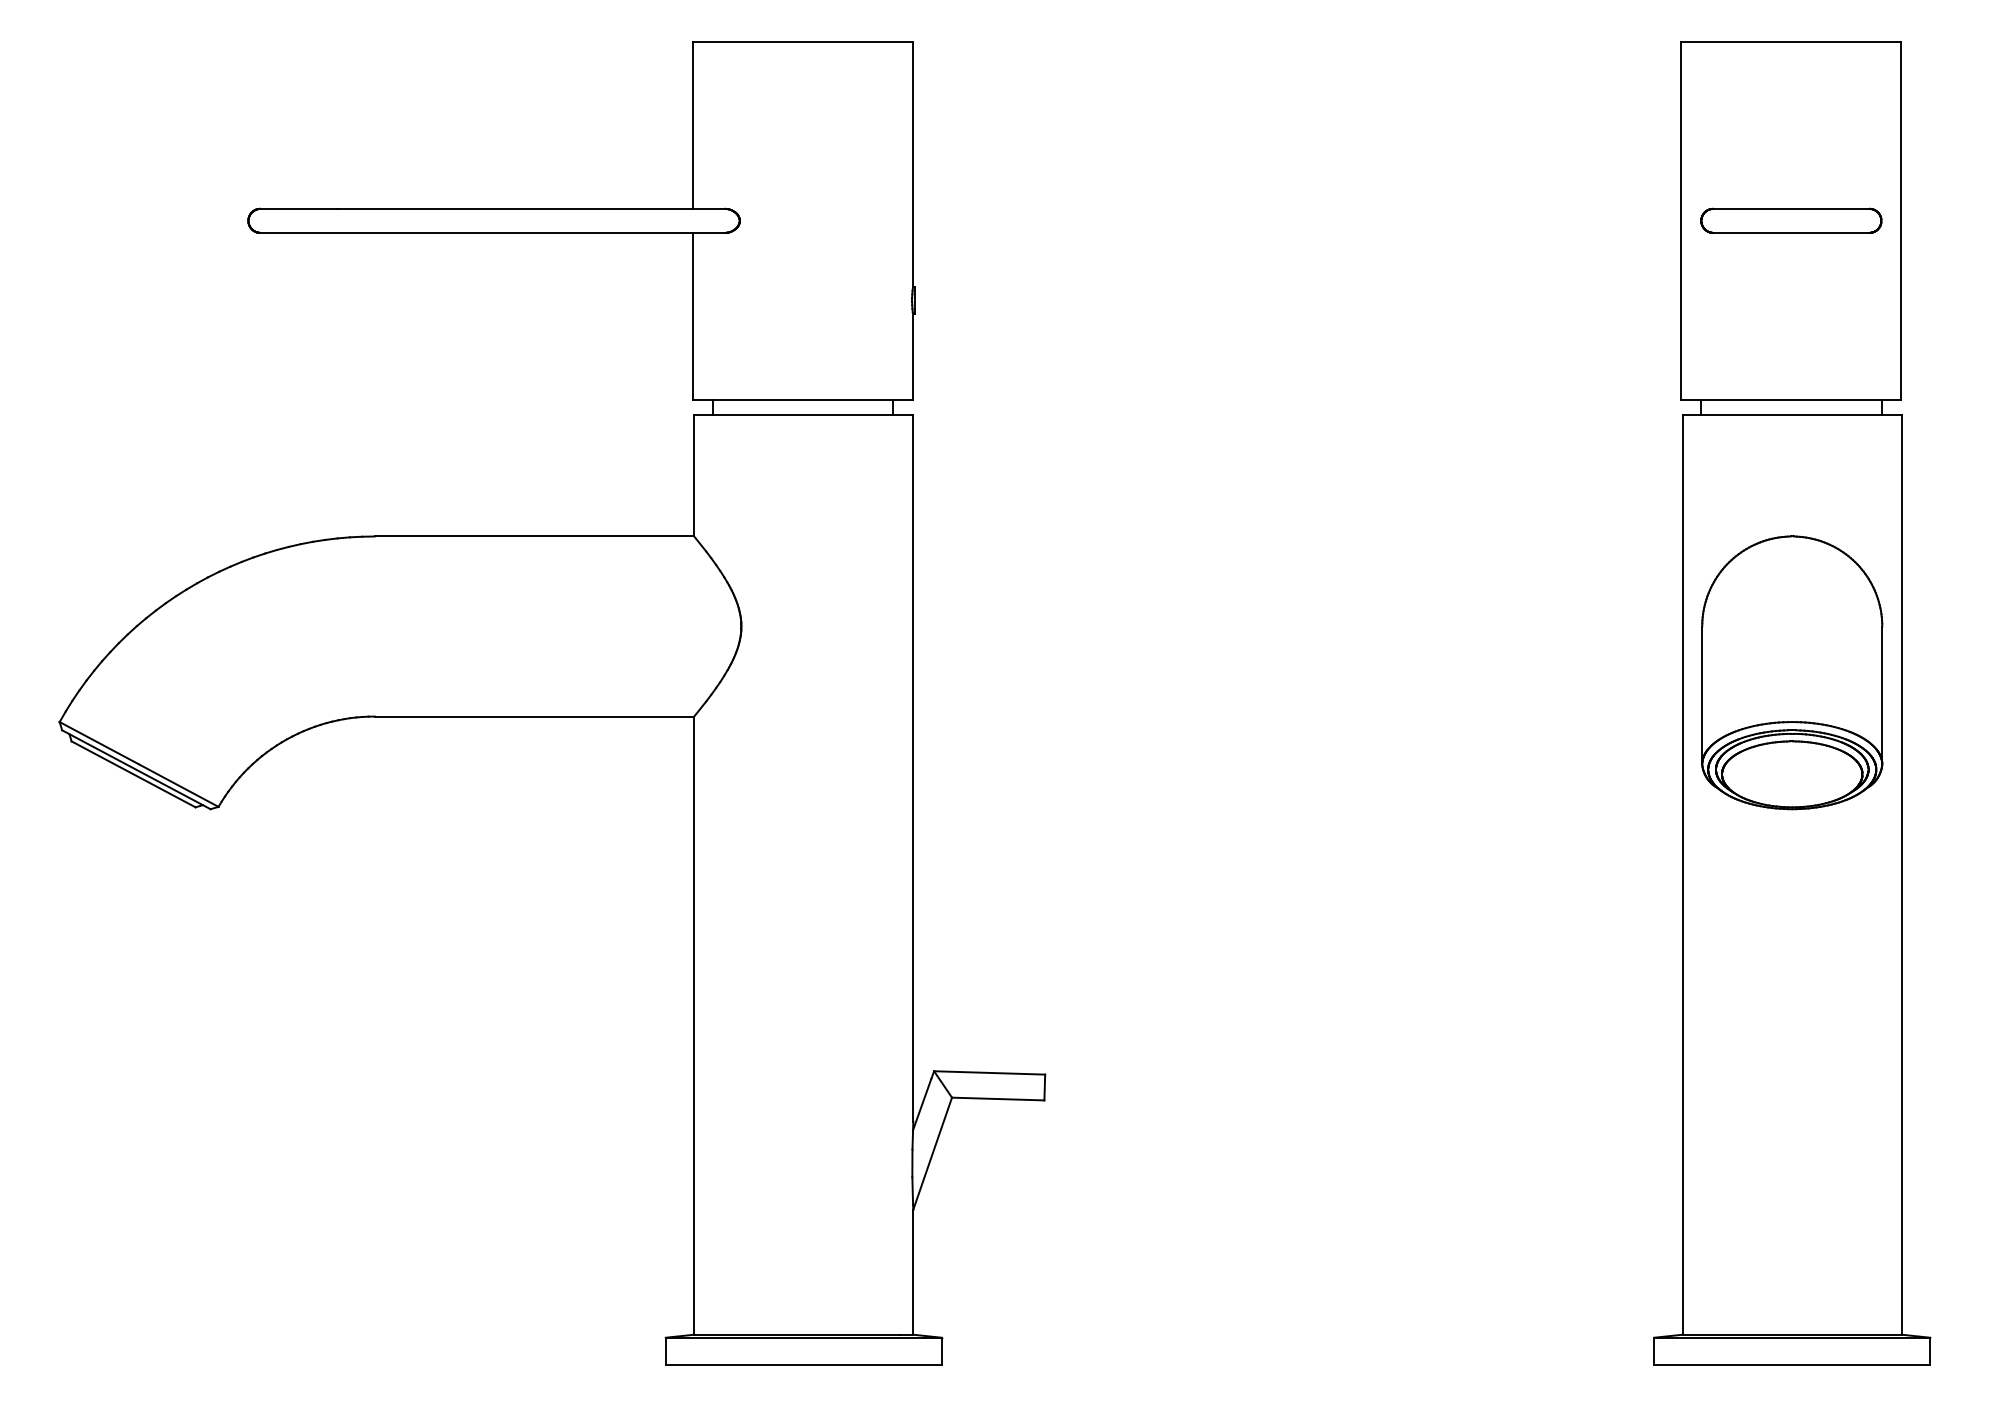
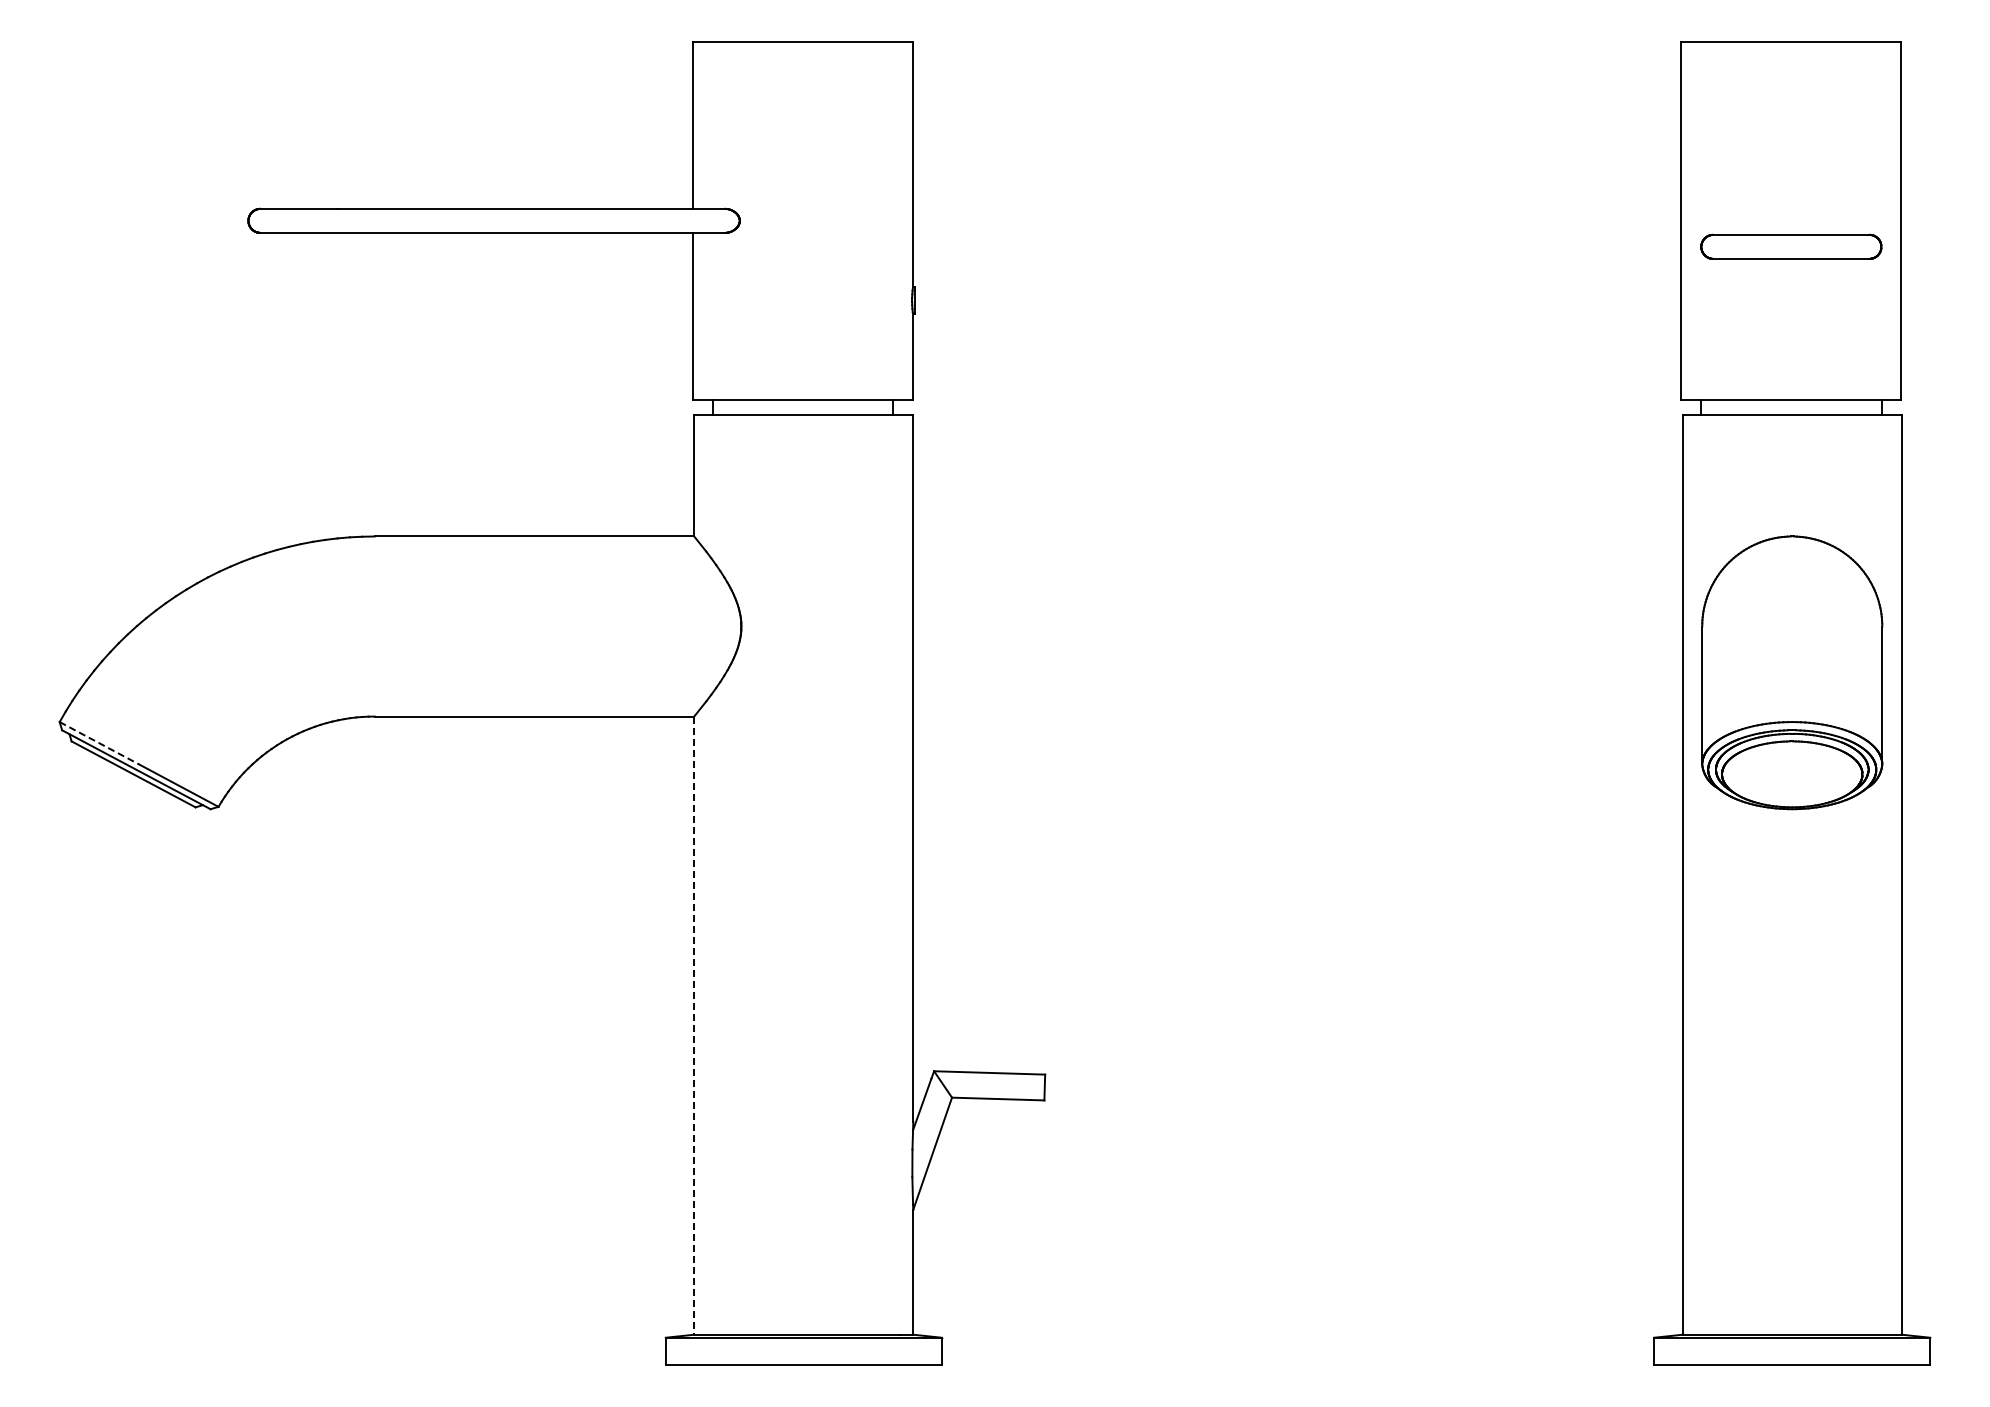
part at (1791, 220) position: (1791, 220) -> (1791, 246)
line at (99, 743): solid -> dashed
line at (694, 1026): solid -> dashed
